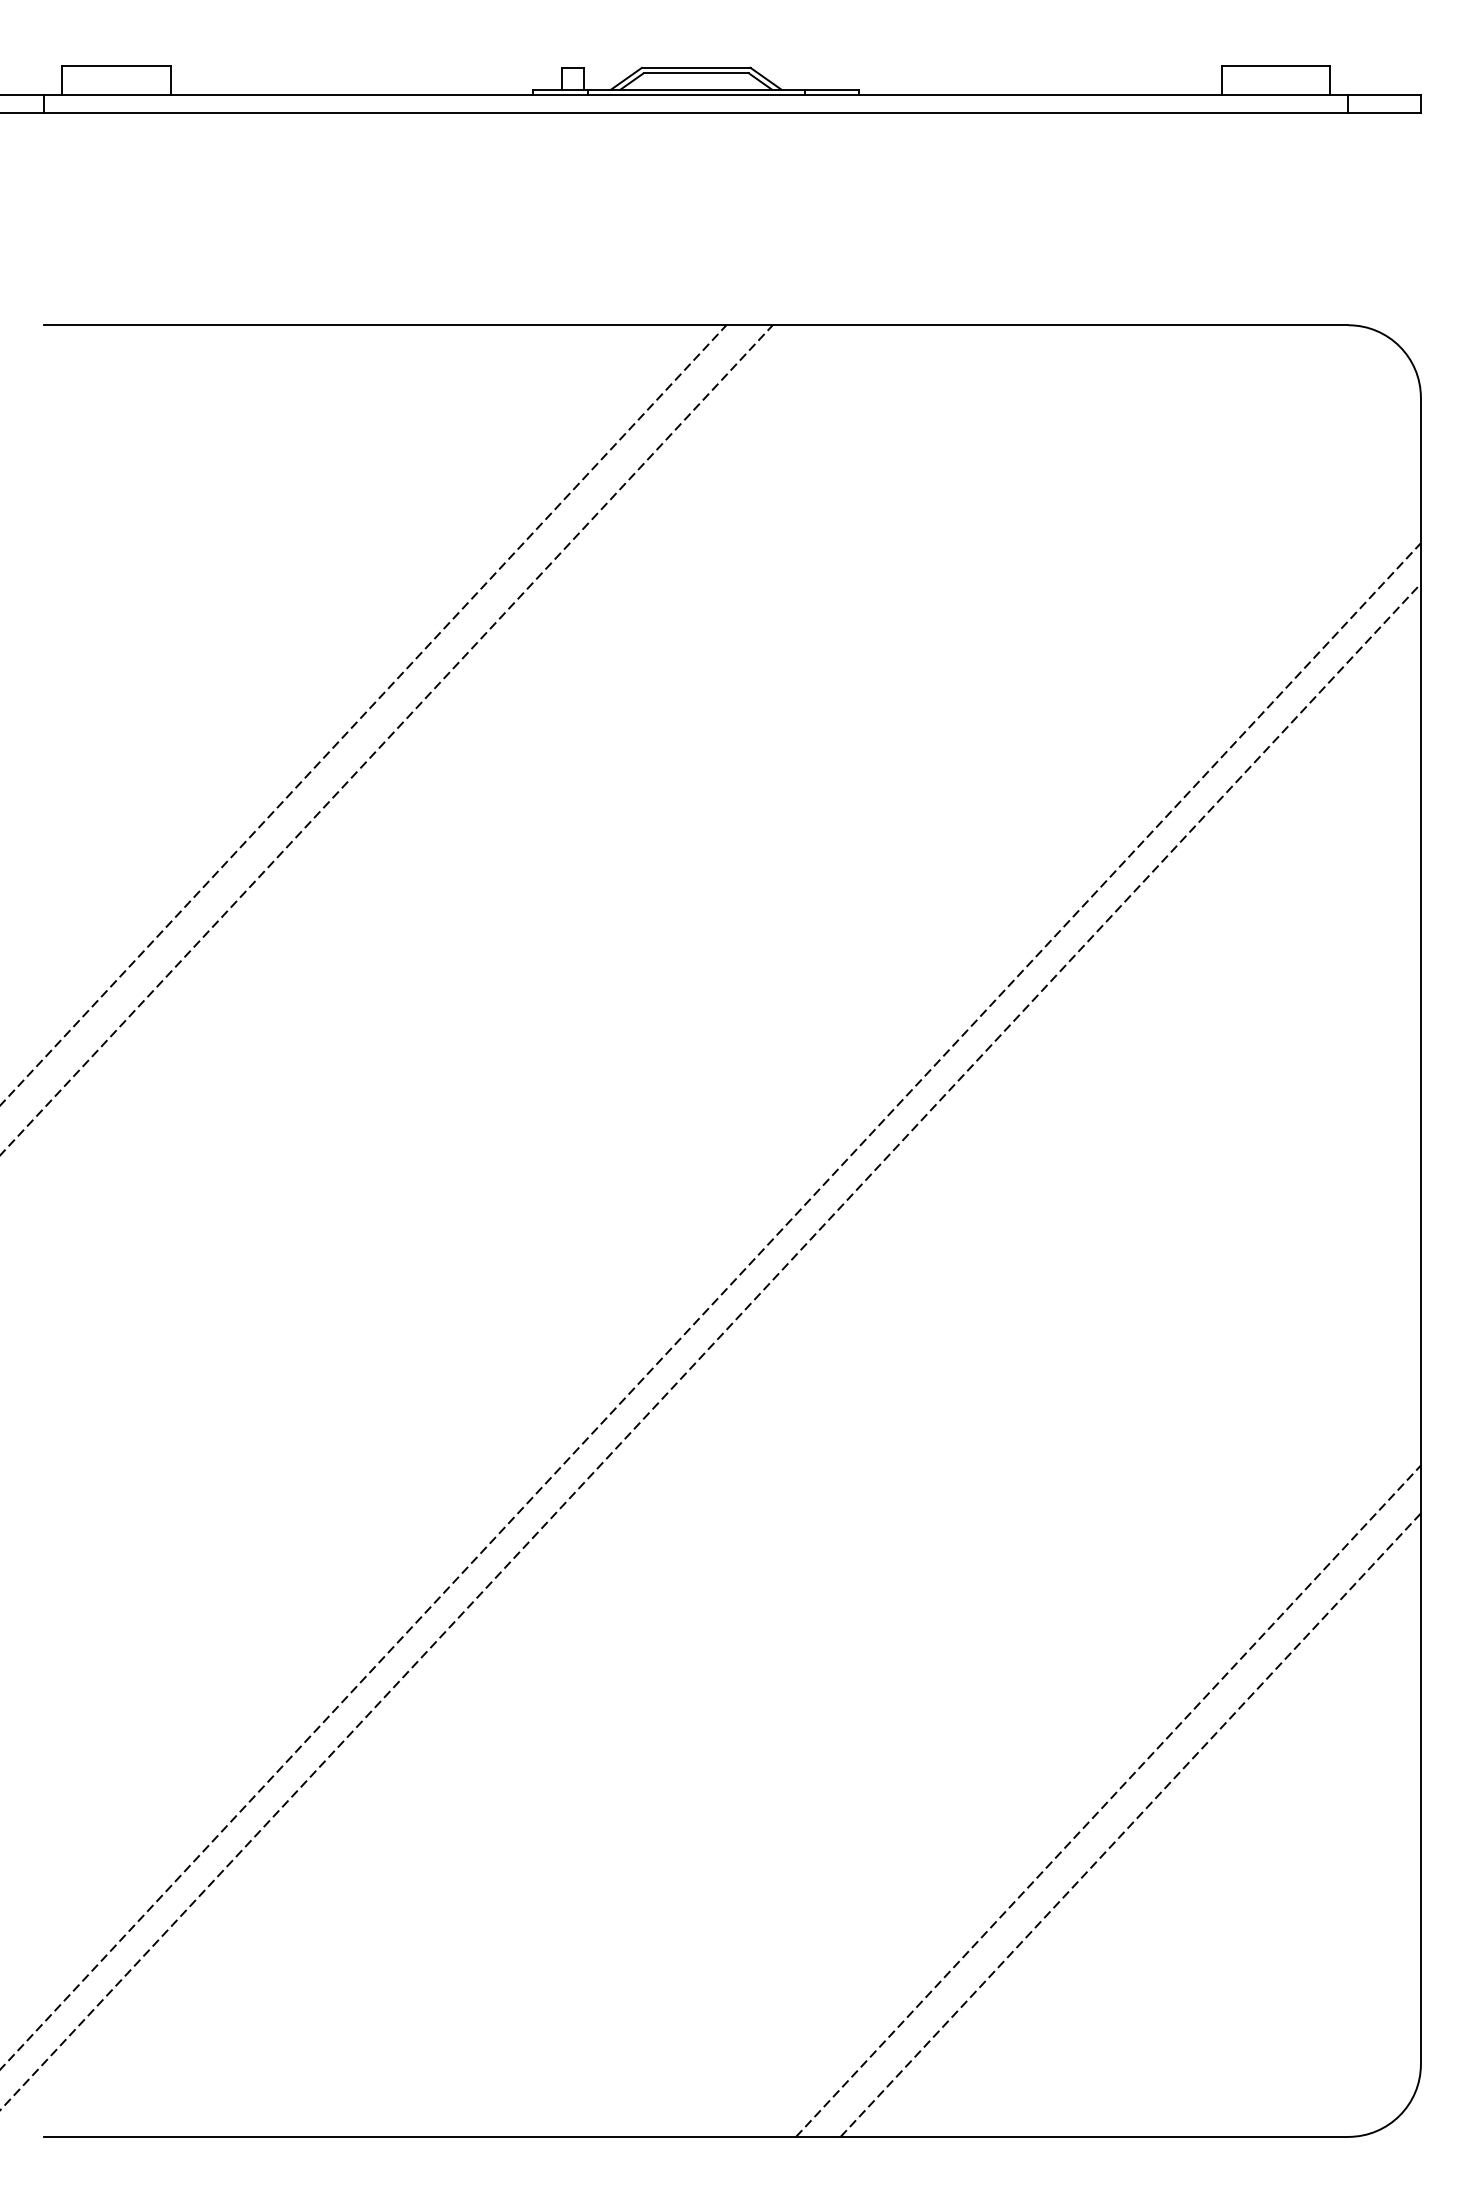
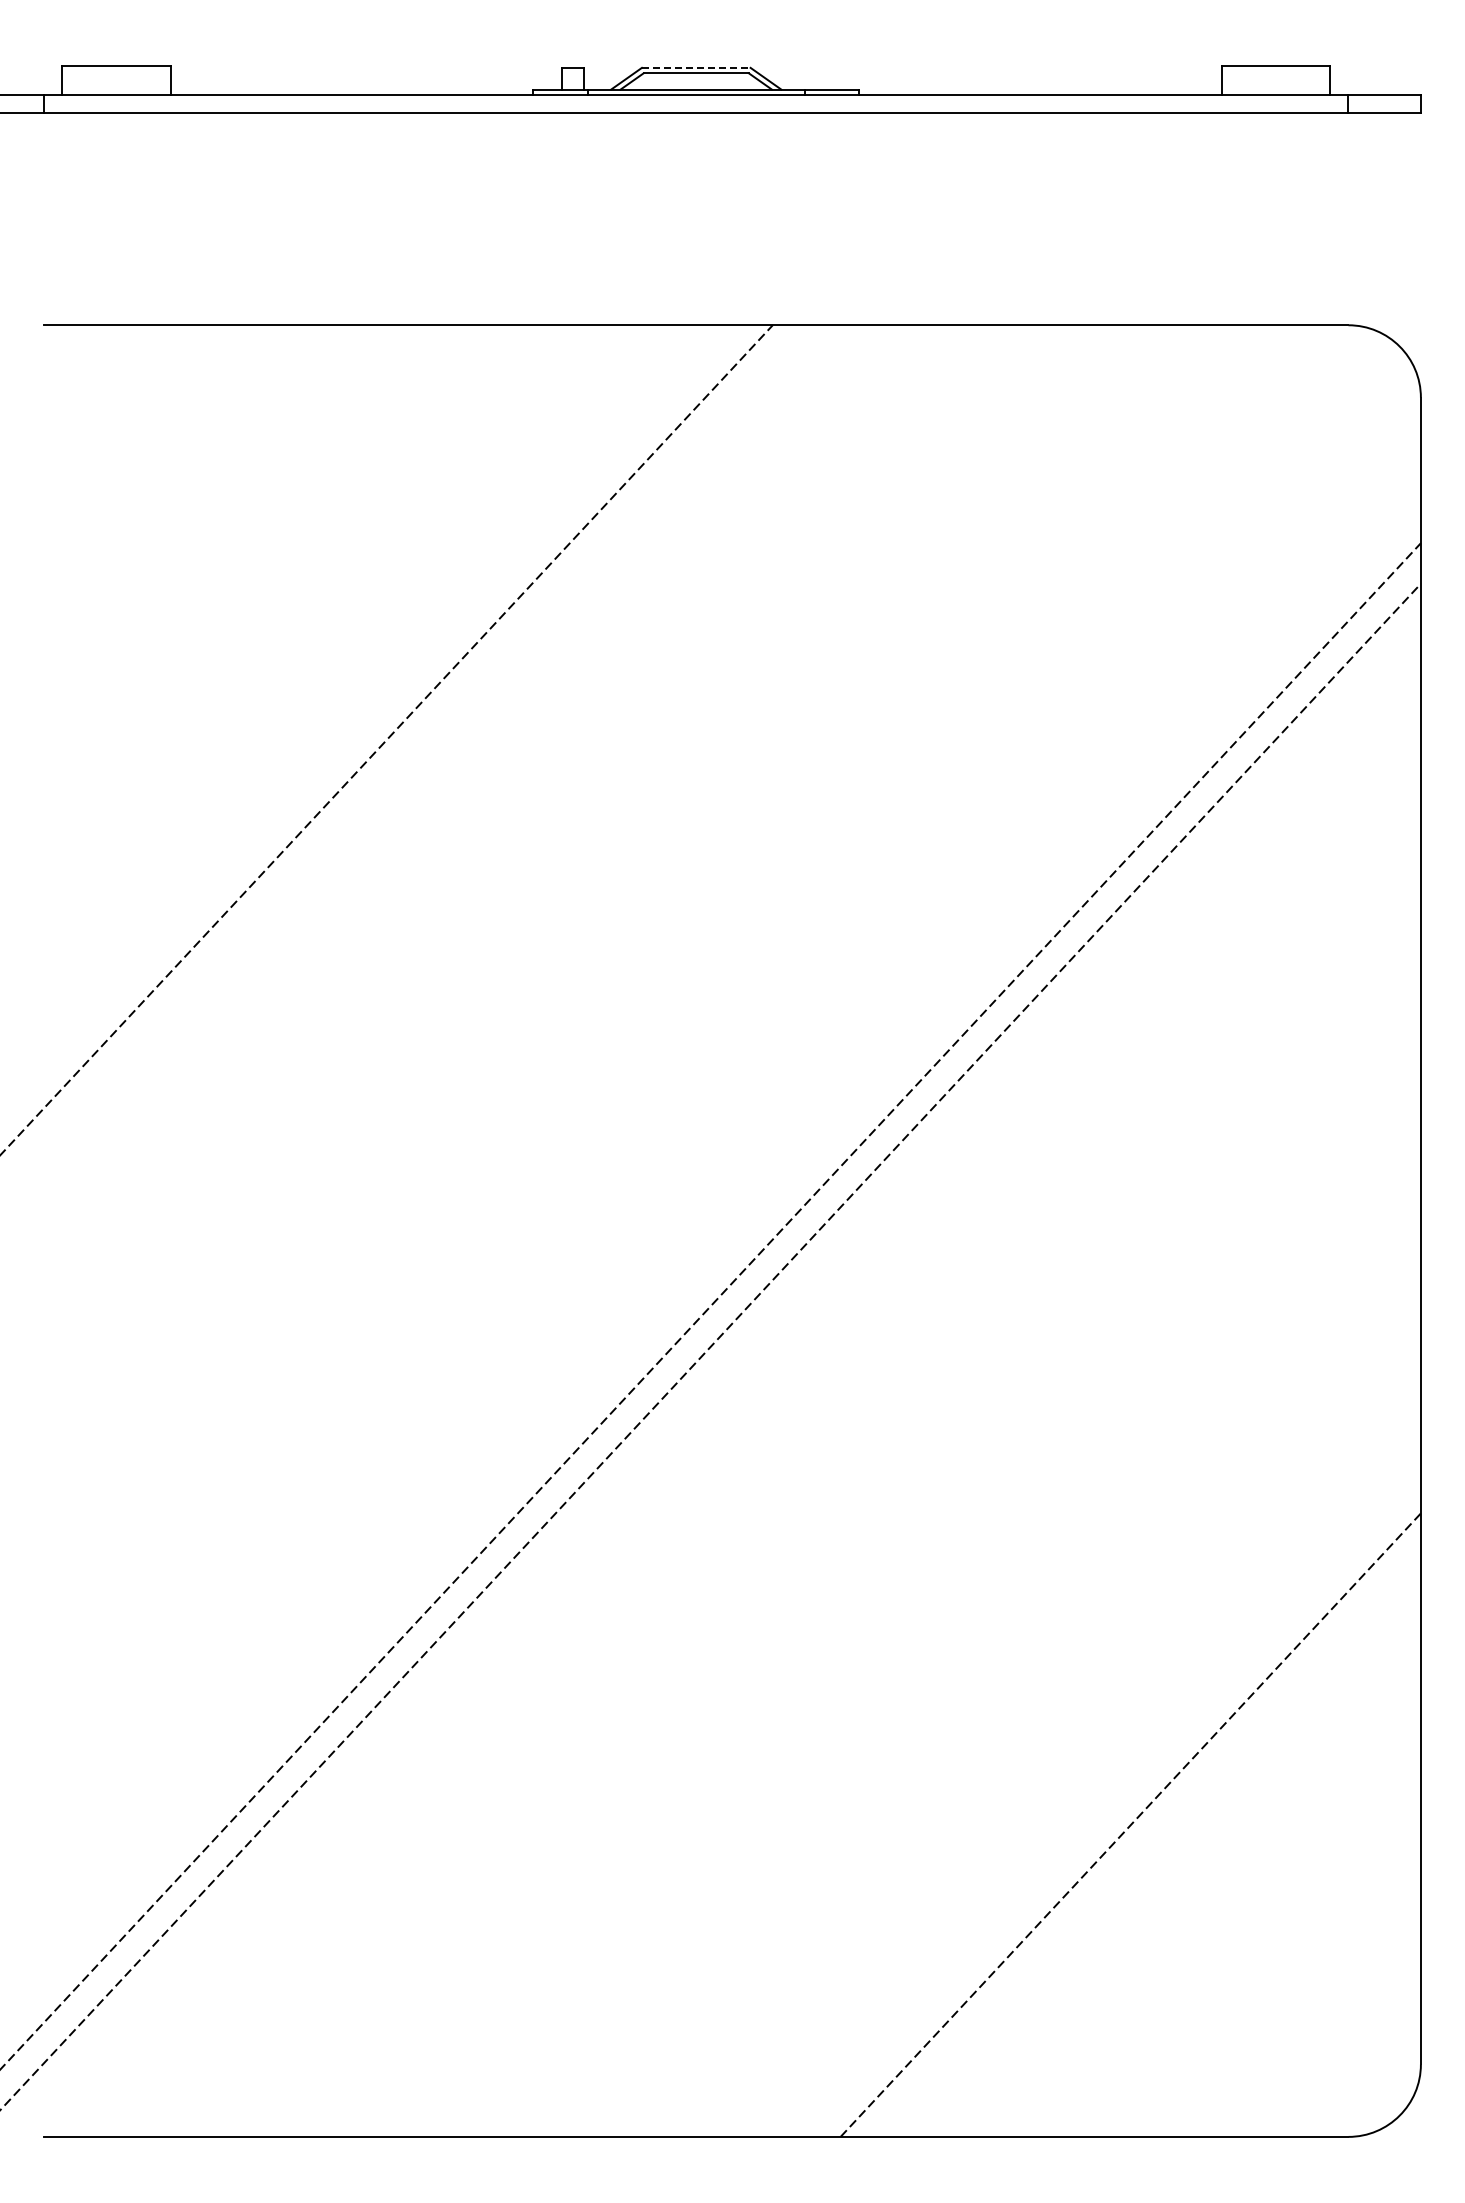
line at (696, 67): solid -> dashed
line at (364, 714): present -> none
line at (1108, 1800): present -> none
